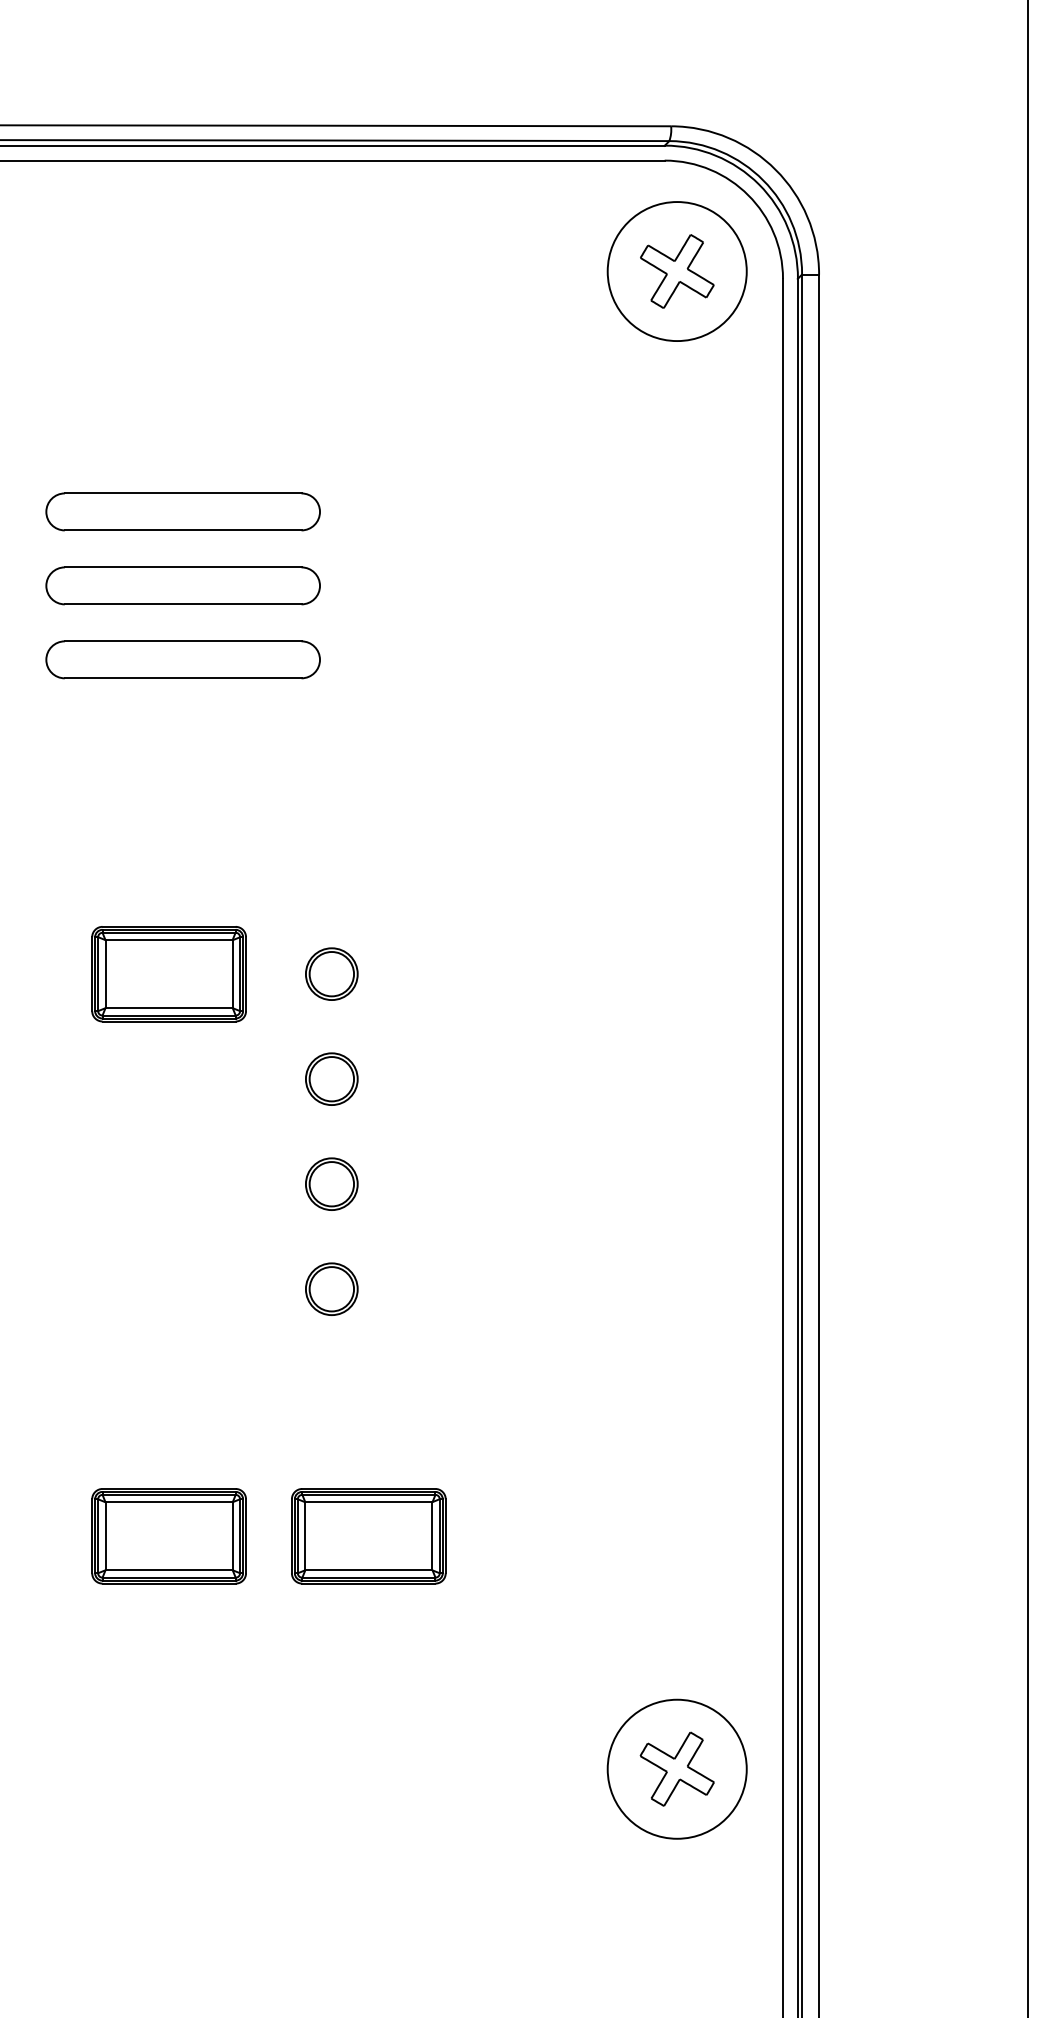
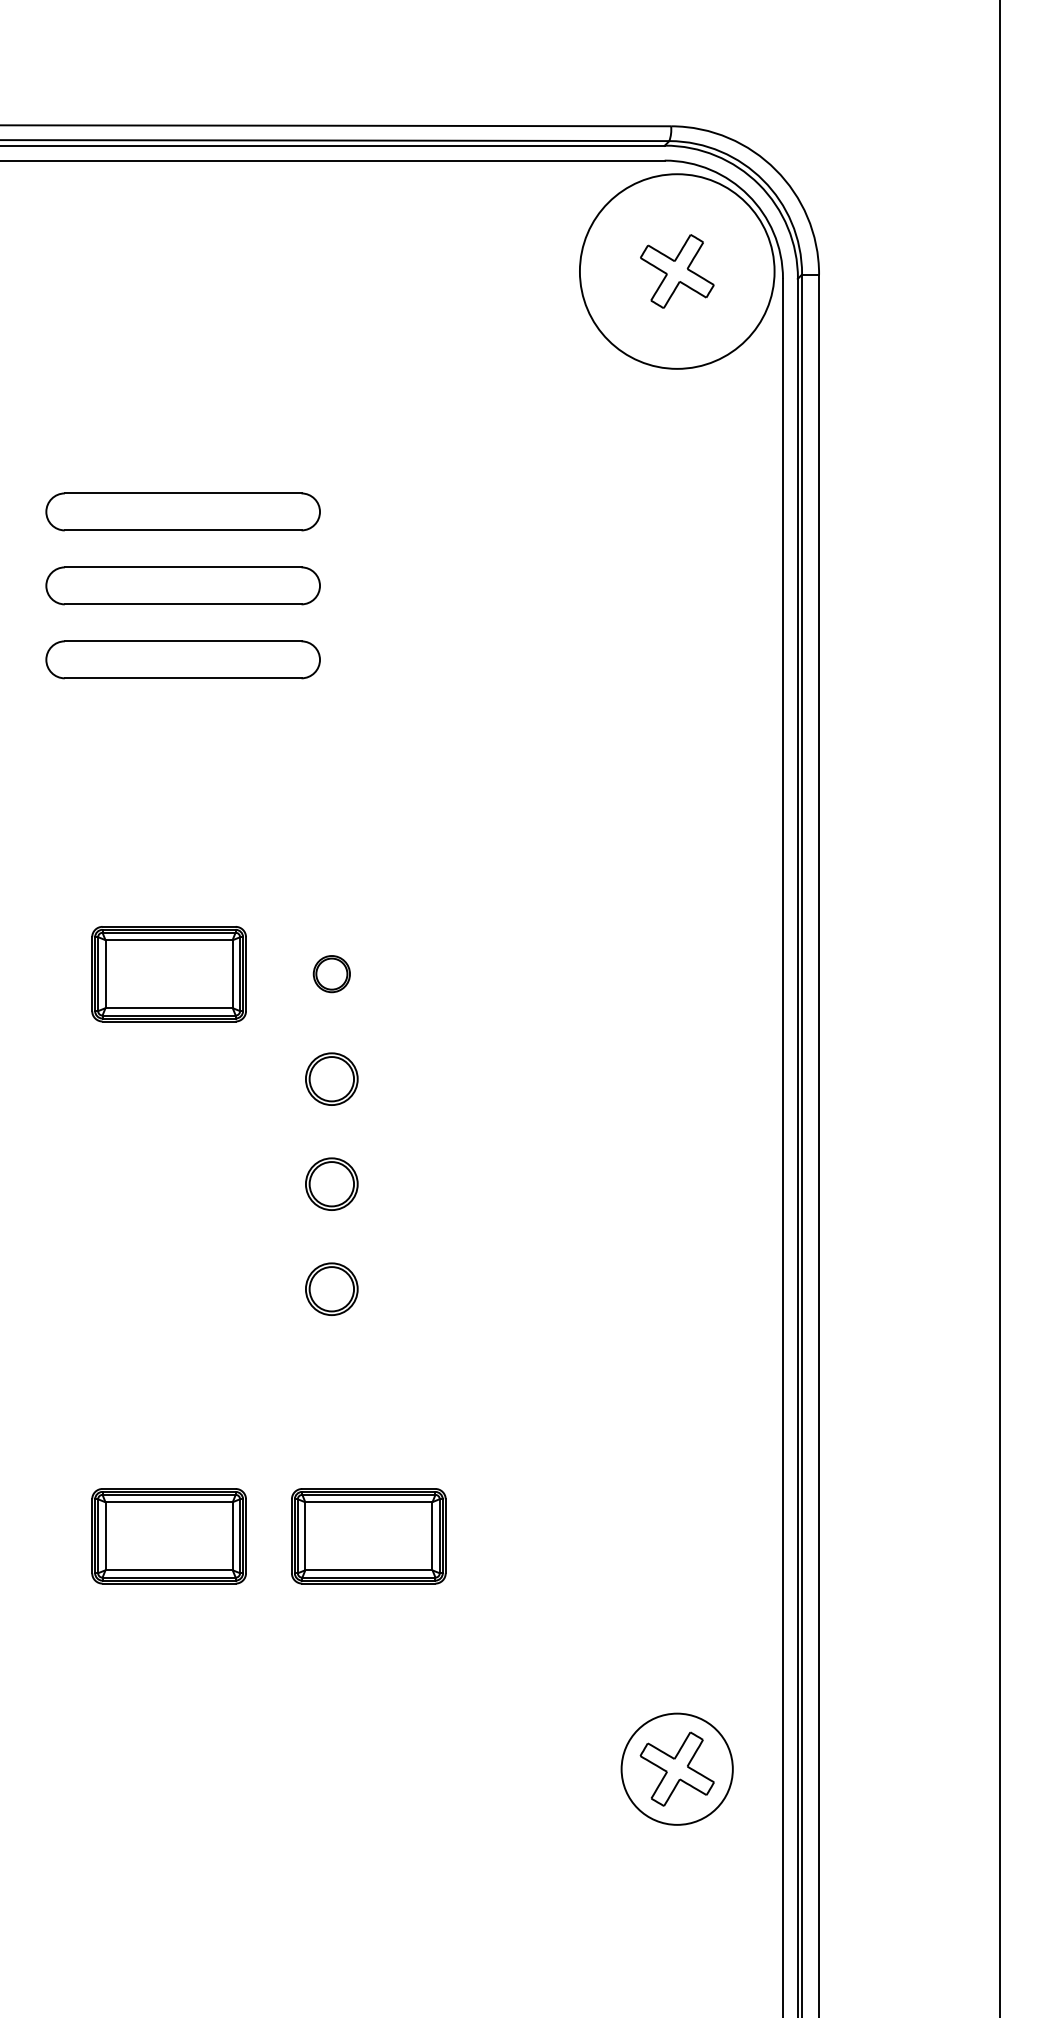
circle at (676, 271) diameter: 139 px -> 195 px
part at (331, 973) size: 54x54 px -> 39x39 px
line at (1028, 1008) position: (1028, 1008) -> (1000, 1008)
circle at (676, 1768) diameter: 139 px -> 111 px
